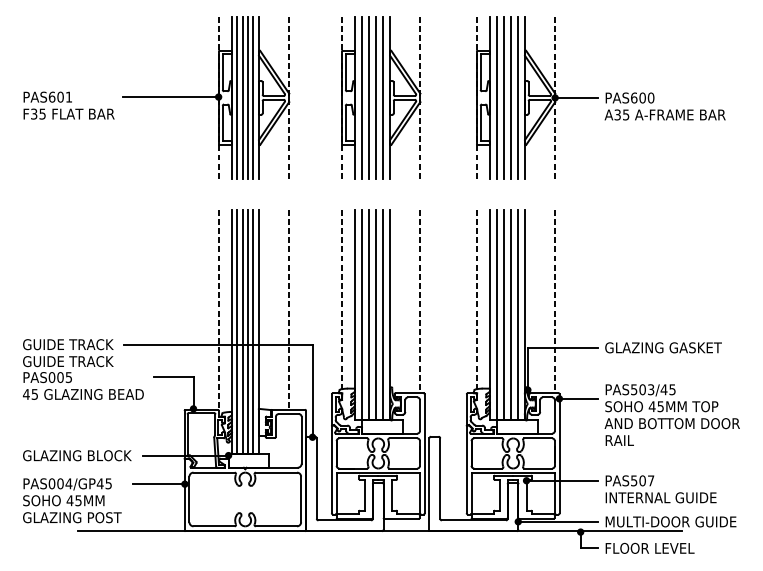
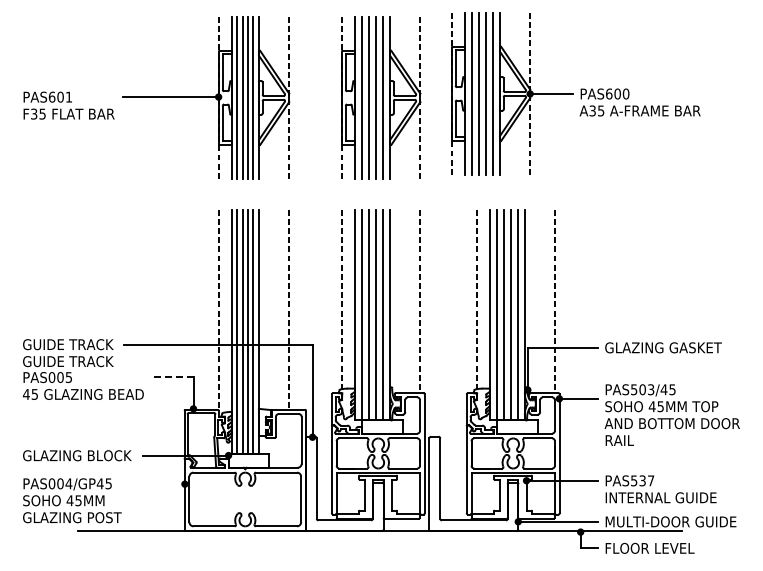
part at (600, 97) position: (600, 97) -> (575, 93)
line at (173, 377): solid -> dashed
text at (642, 480): PAS507 -> PAS537
line at (158, 484): present -> none
